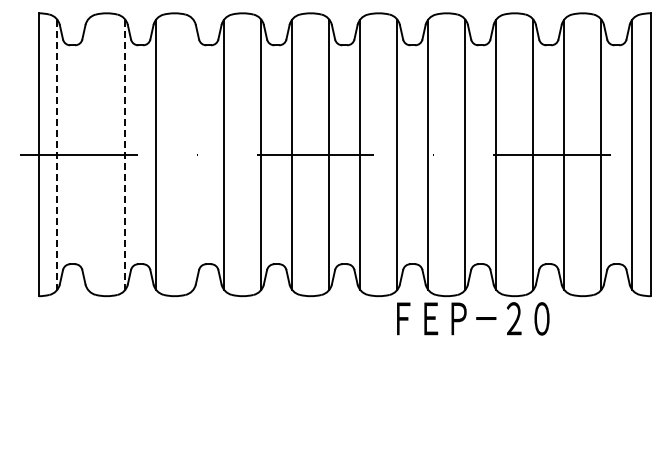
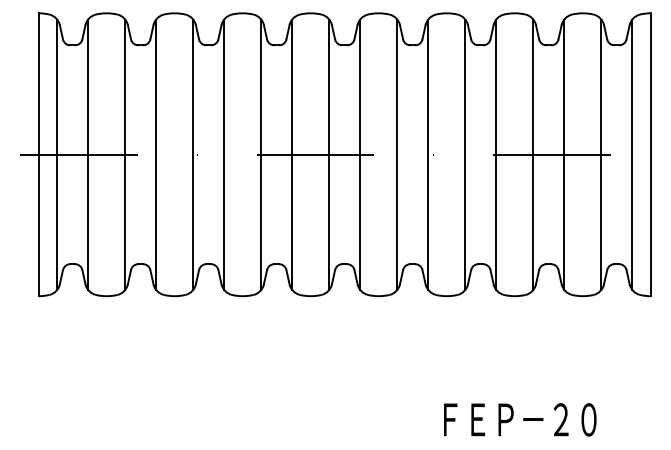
line at (88, 154): none -> present
line at (193, 154): none -> present
line at (57, 155): dashed -> solid
line at (125, 155): dashed -> solid
text at (473, 318) position: (473, 318) -> (520, 419)
